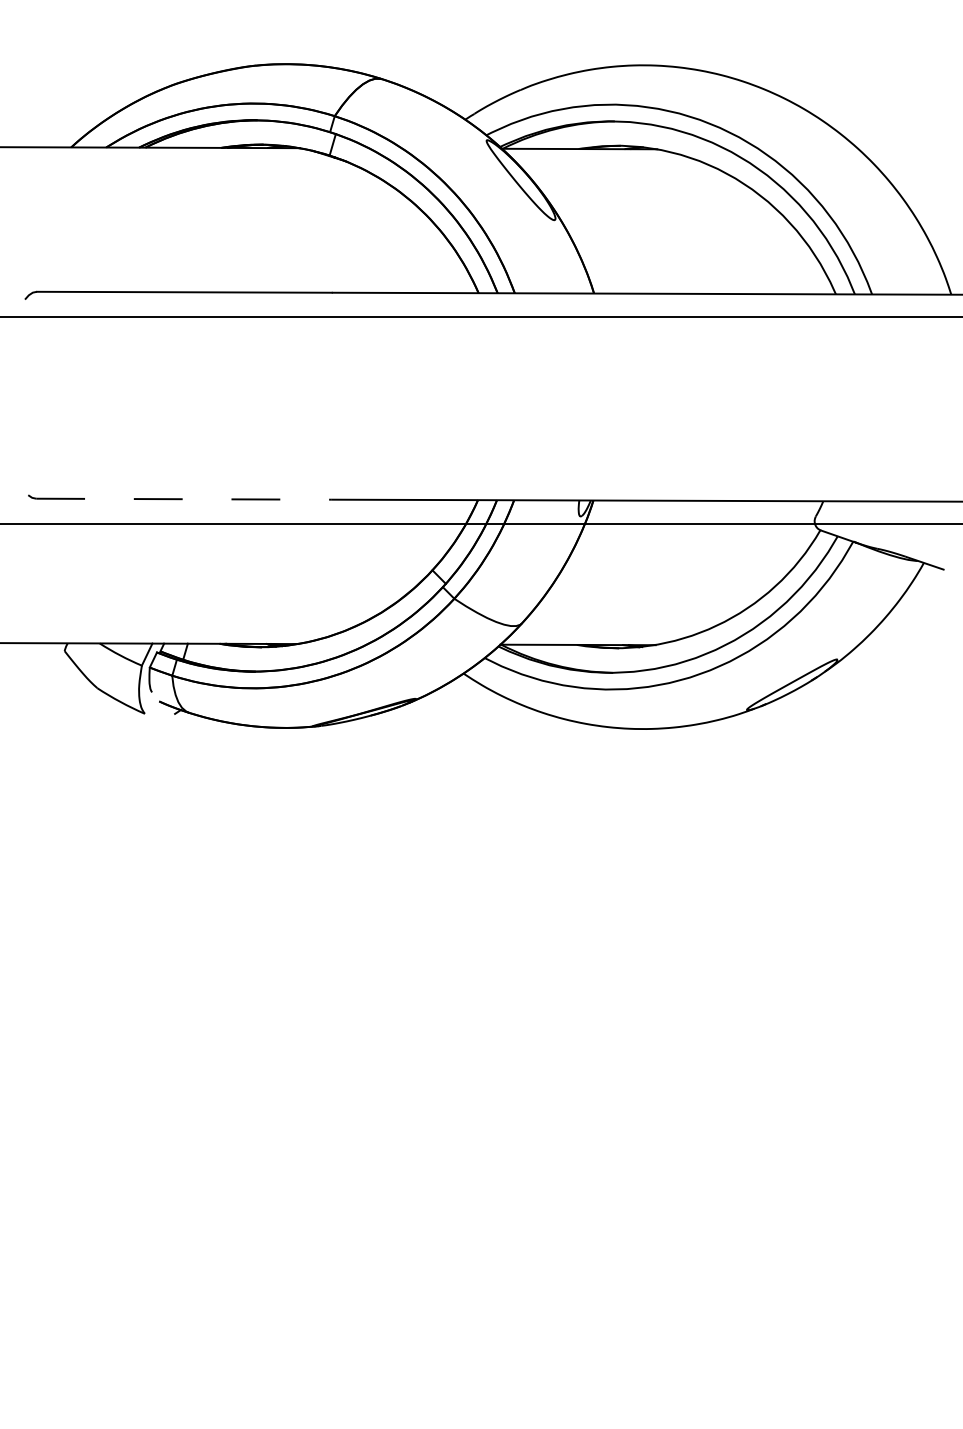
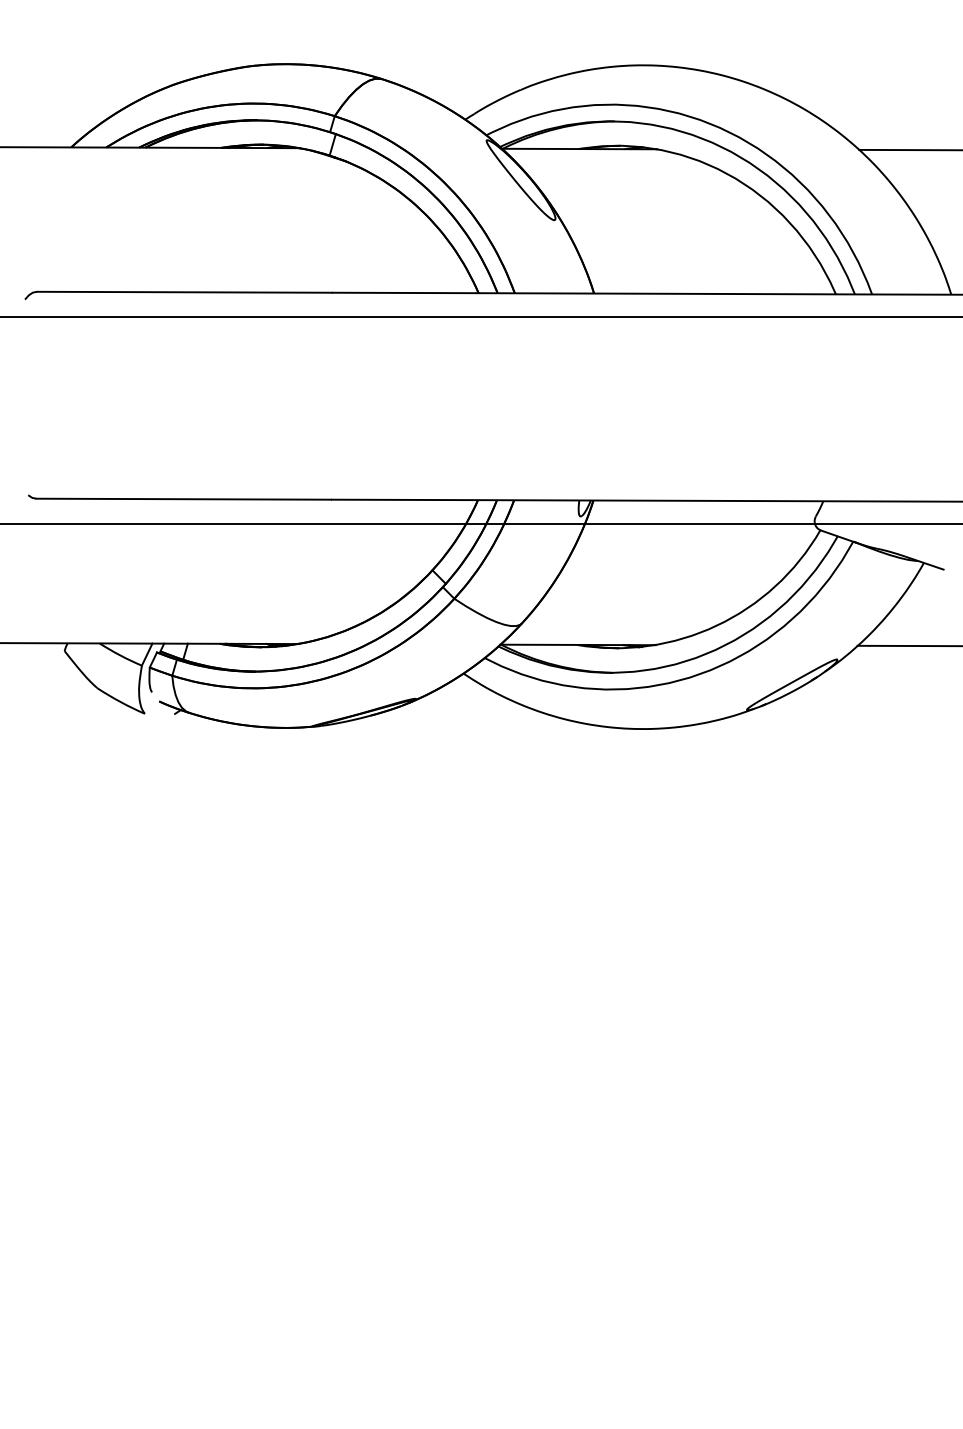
line at (909, 149): none -> present
line at (184, 499): dashed -> solid
line at (908, 645): none -> present
